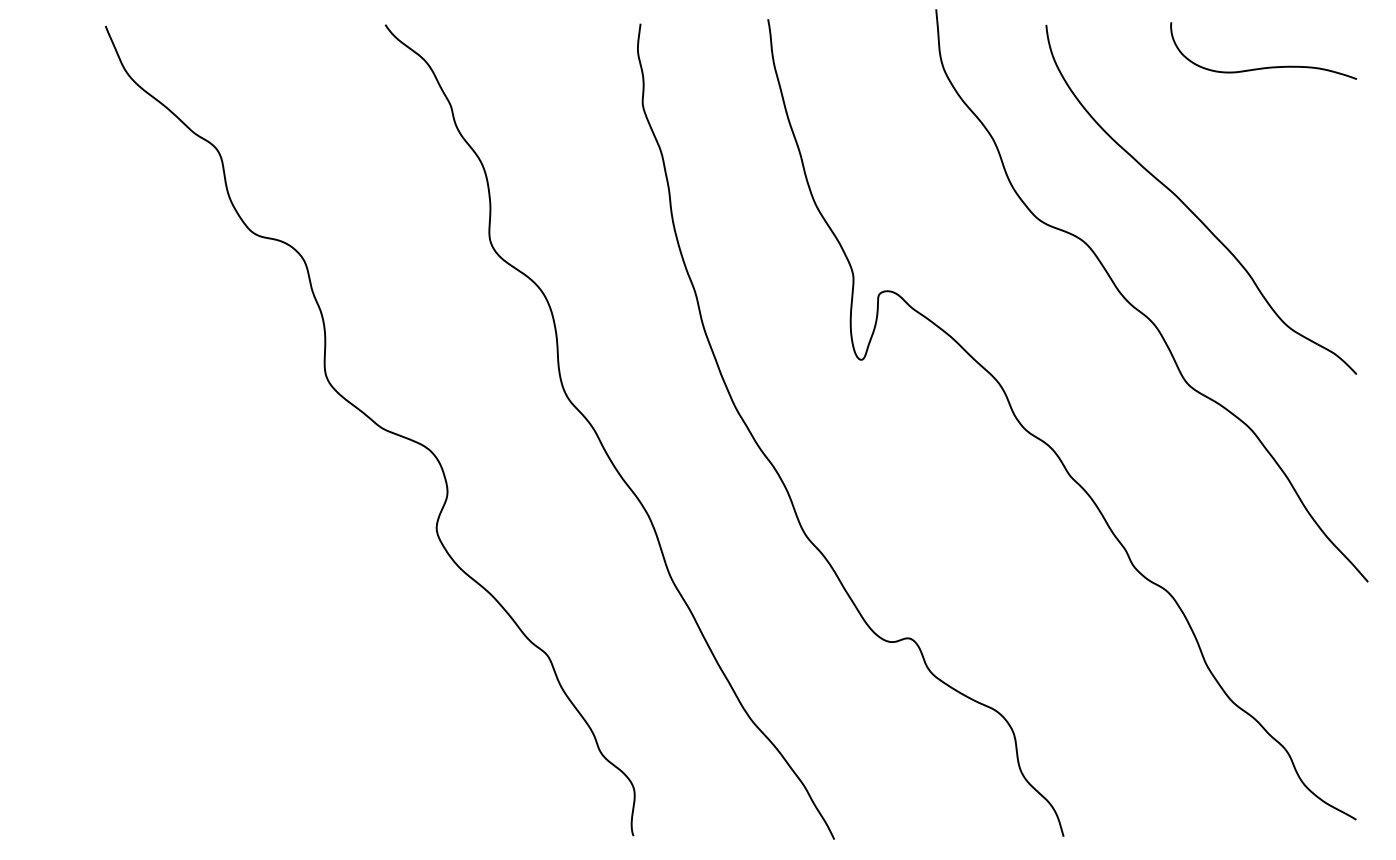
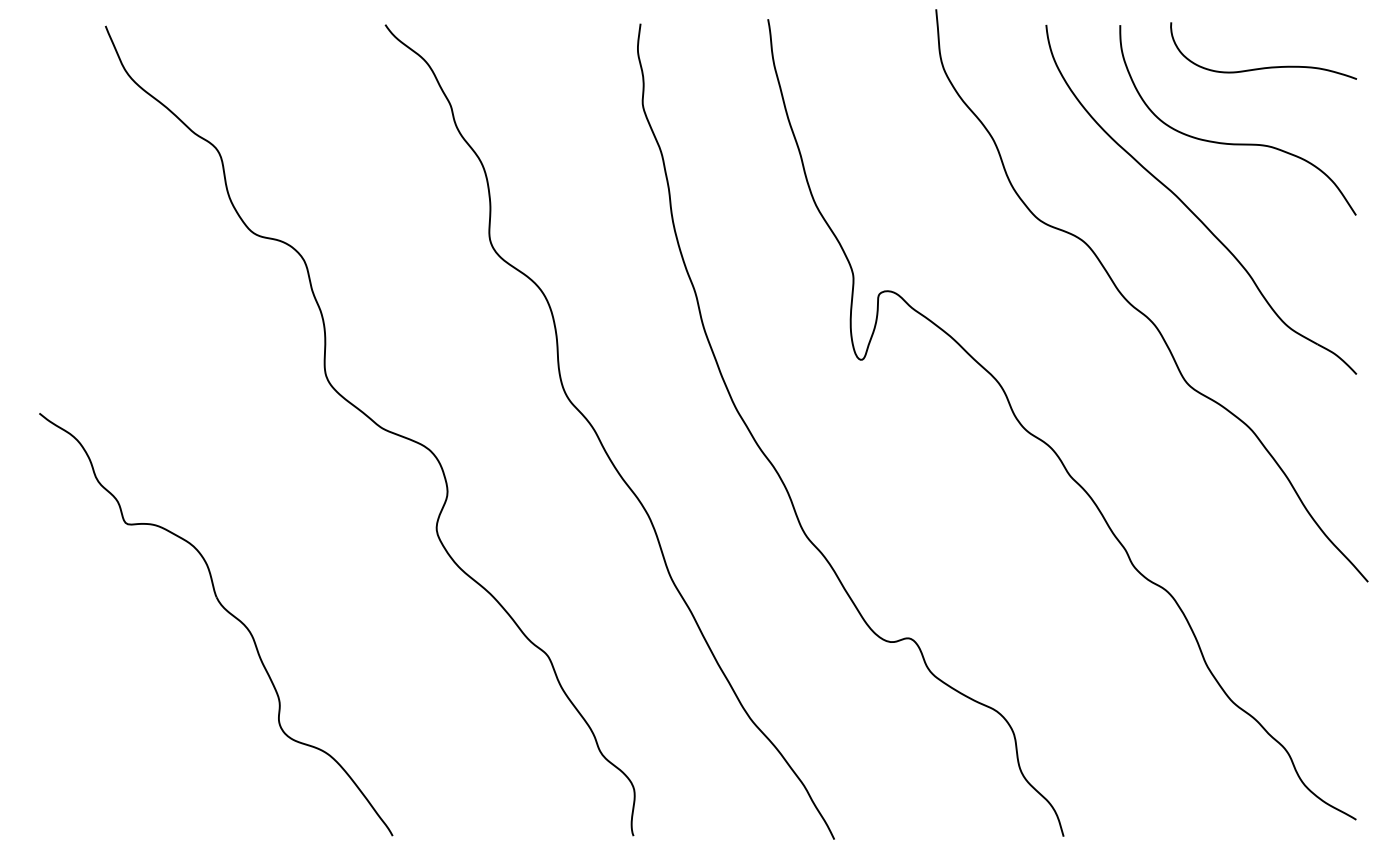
curve at (1237, 143): none -> present
part at (227, 612): none -> present
